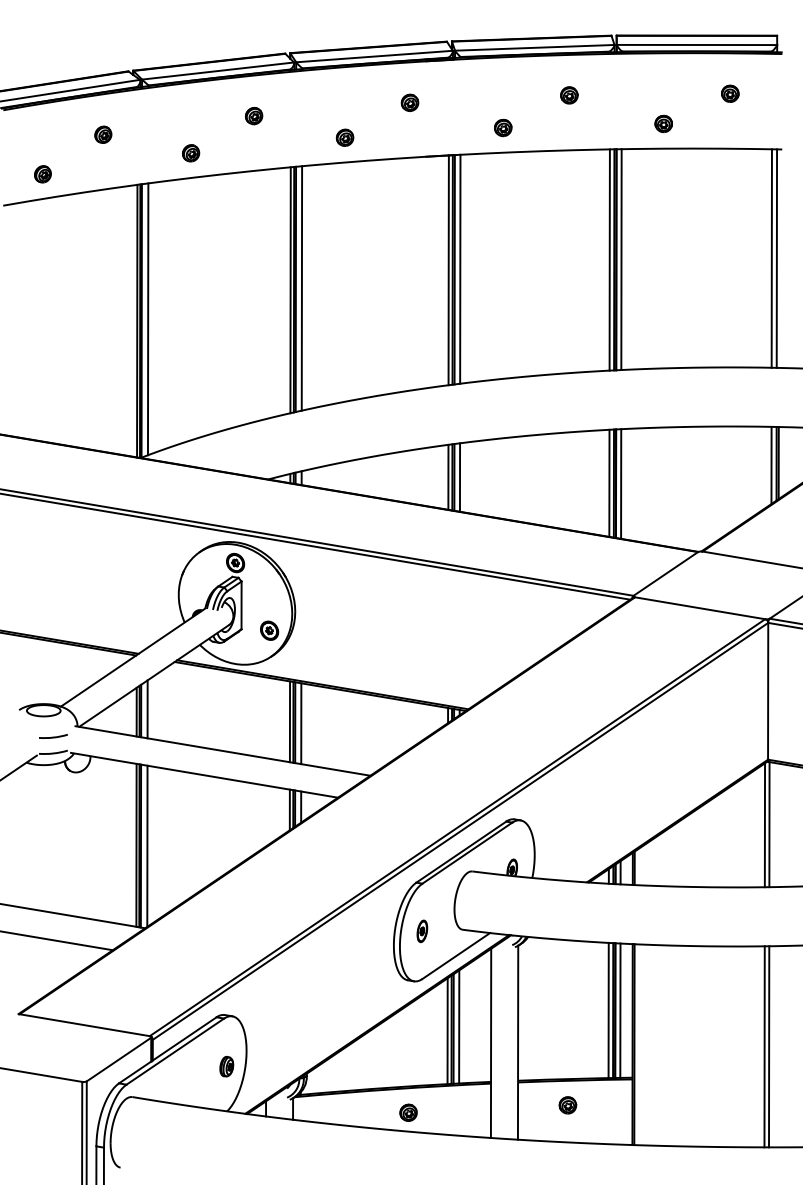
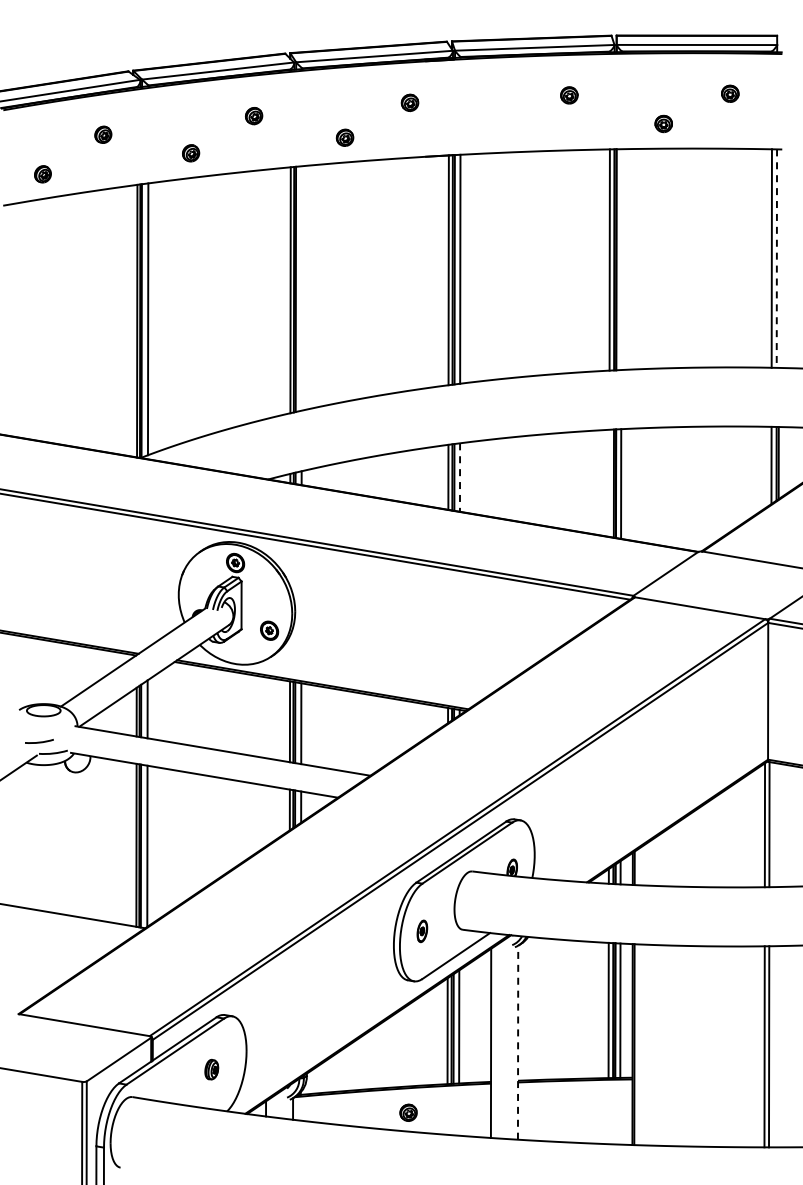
part at (503, 127): present -> none
line at (621, 259): present -> none
line at (776, 259): solid -> dashed
line at (301, 288): present -> none
line at (460, 478): solid -> dashed
line at (609, 482): present -> none
arc at (53, 736) position: (53, 736) -> (39, 741)
line at (57, 940): present -> none
line at (518, 1042): solid -> dashed
part at (226, 1066) position: (226, 1066) -> (211, 1069)
part at (567, 1105): present -> none
